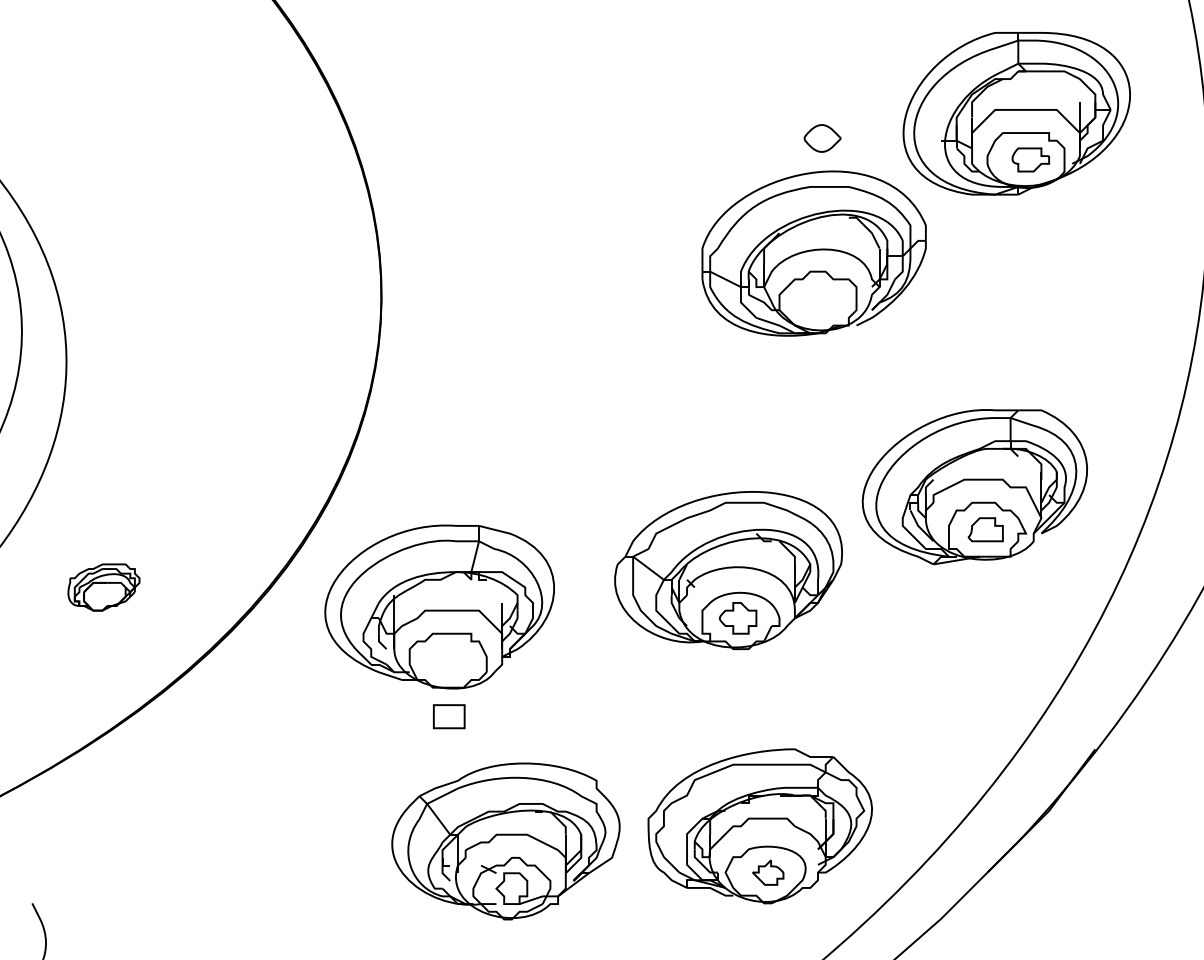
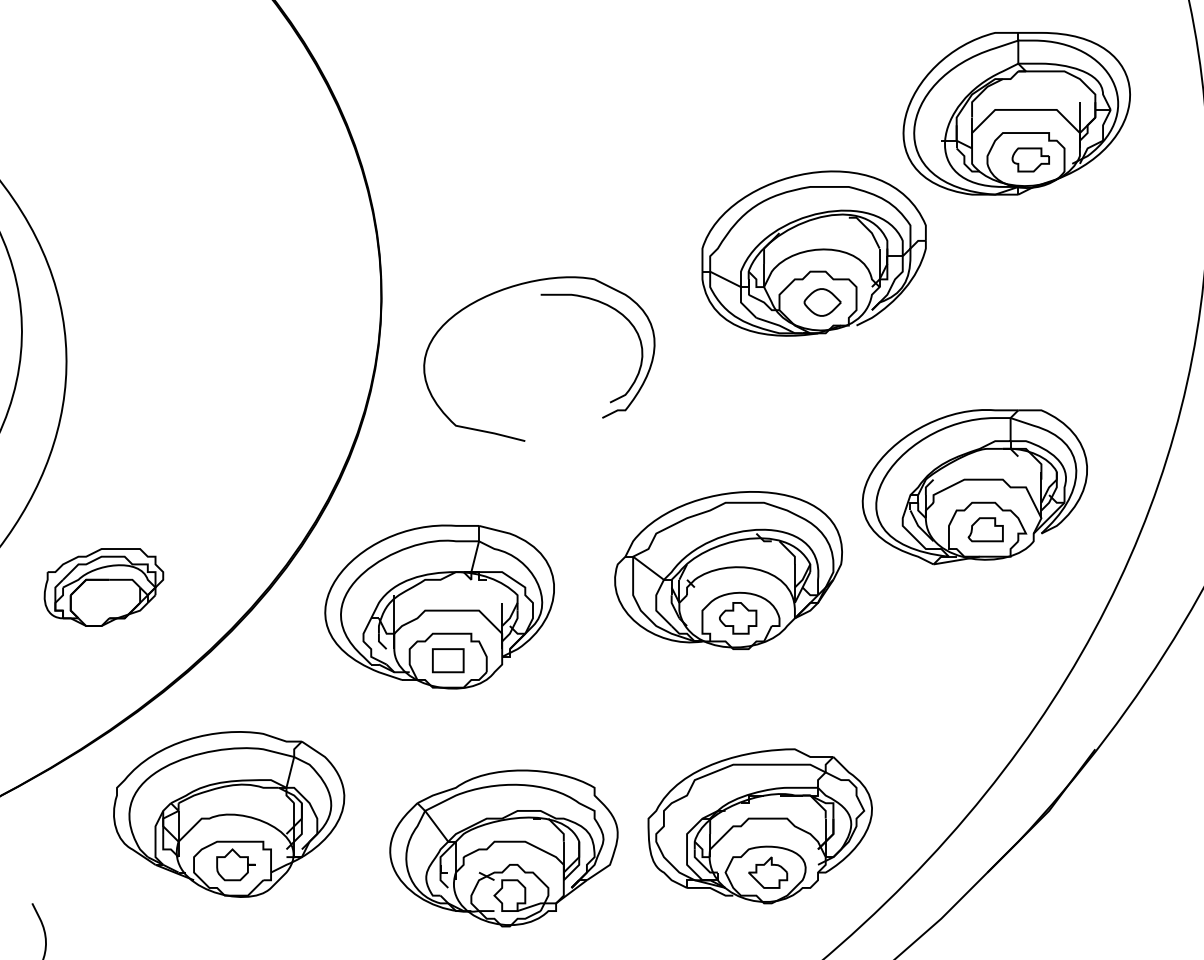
part at (822, 138) position: (822, 138) -> (822, 302)
part at (540, 295): none -> present
part at (103, 587) size: 74x49 px -> 122x79 px
part at (449, 716) position: (449, 716) -> (448, 660)
part at (229, 814): none -> present
part at (505, 841) position: (505, 841) -> (503, 848)
part at (768, 872) size: 33x27 px -> 41x33 px
